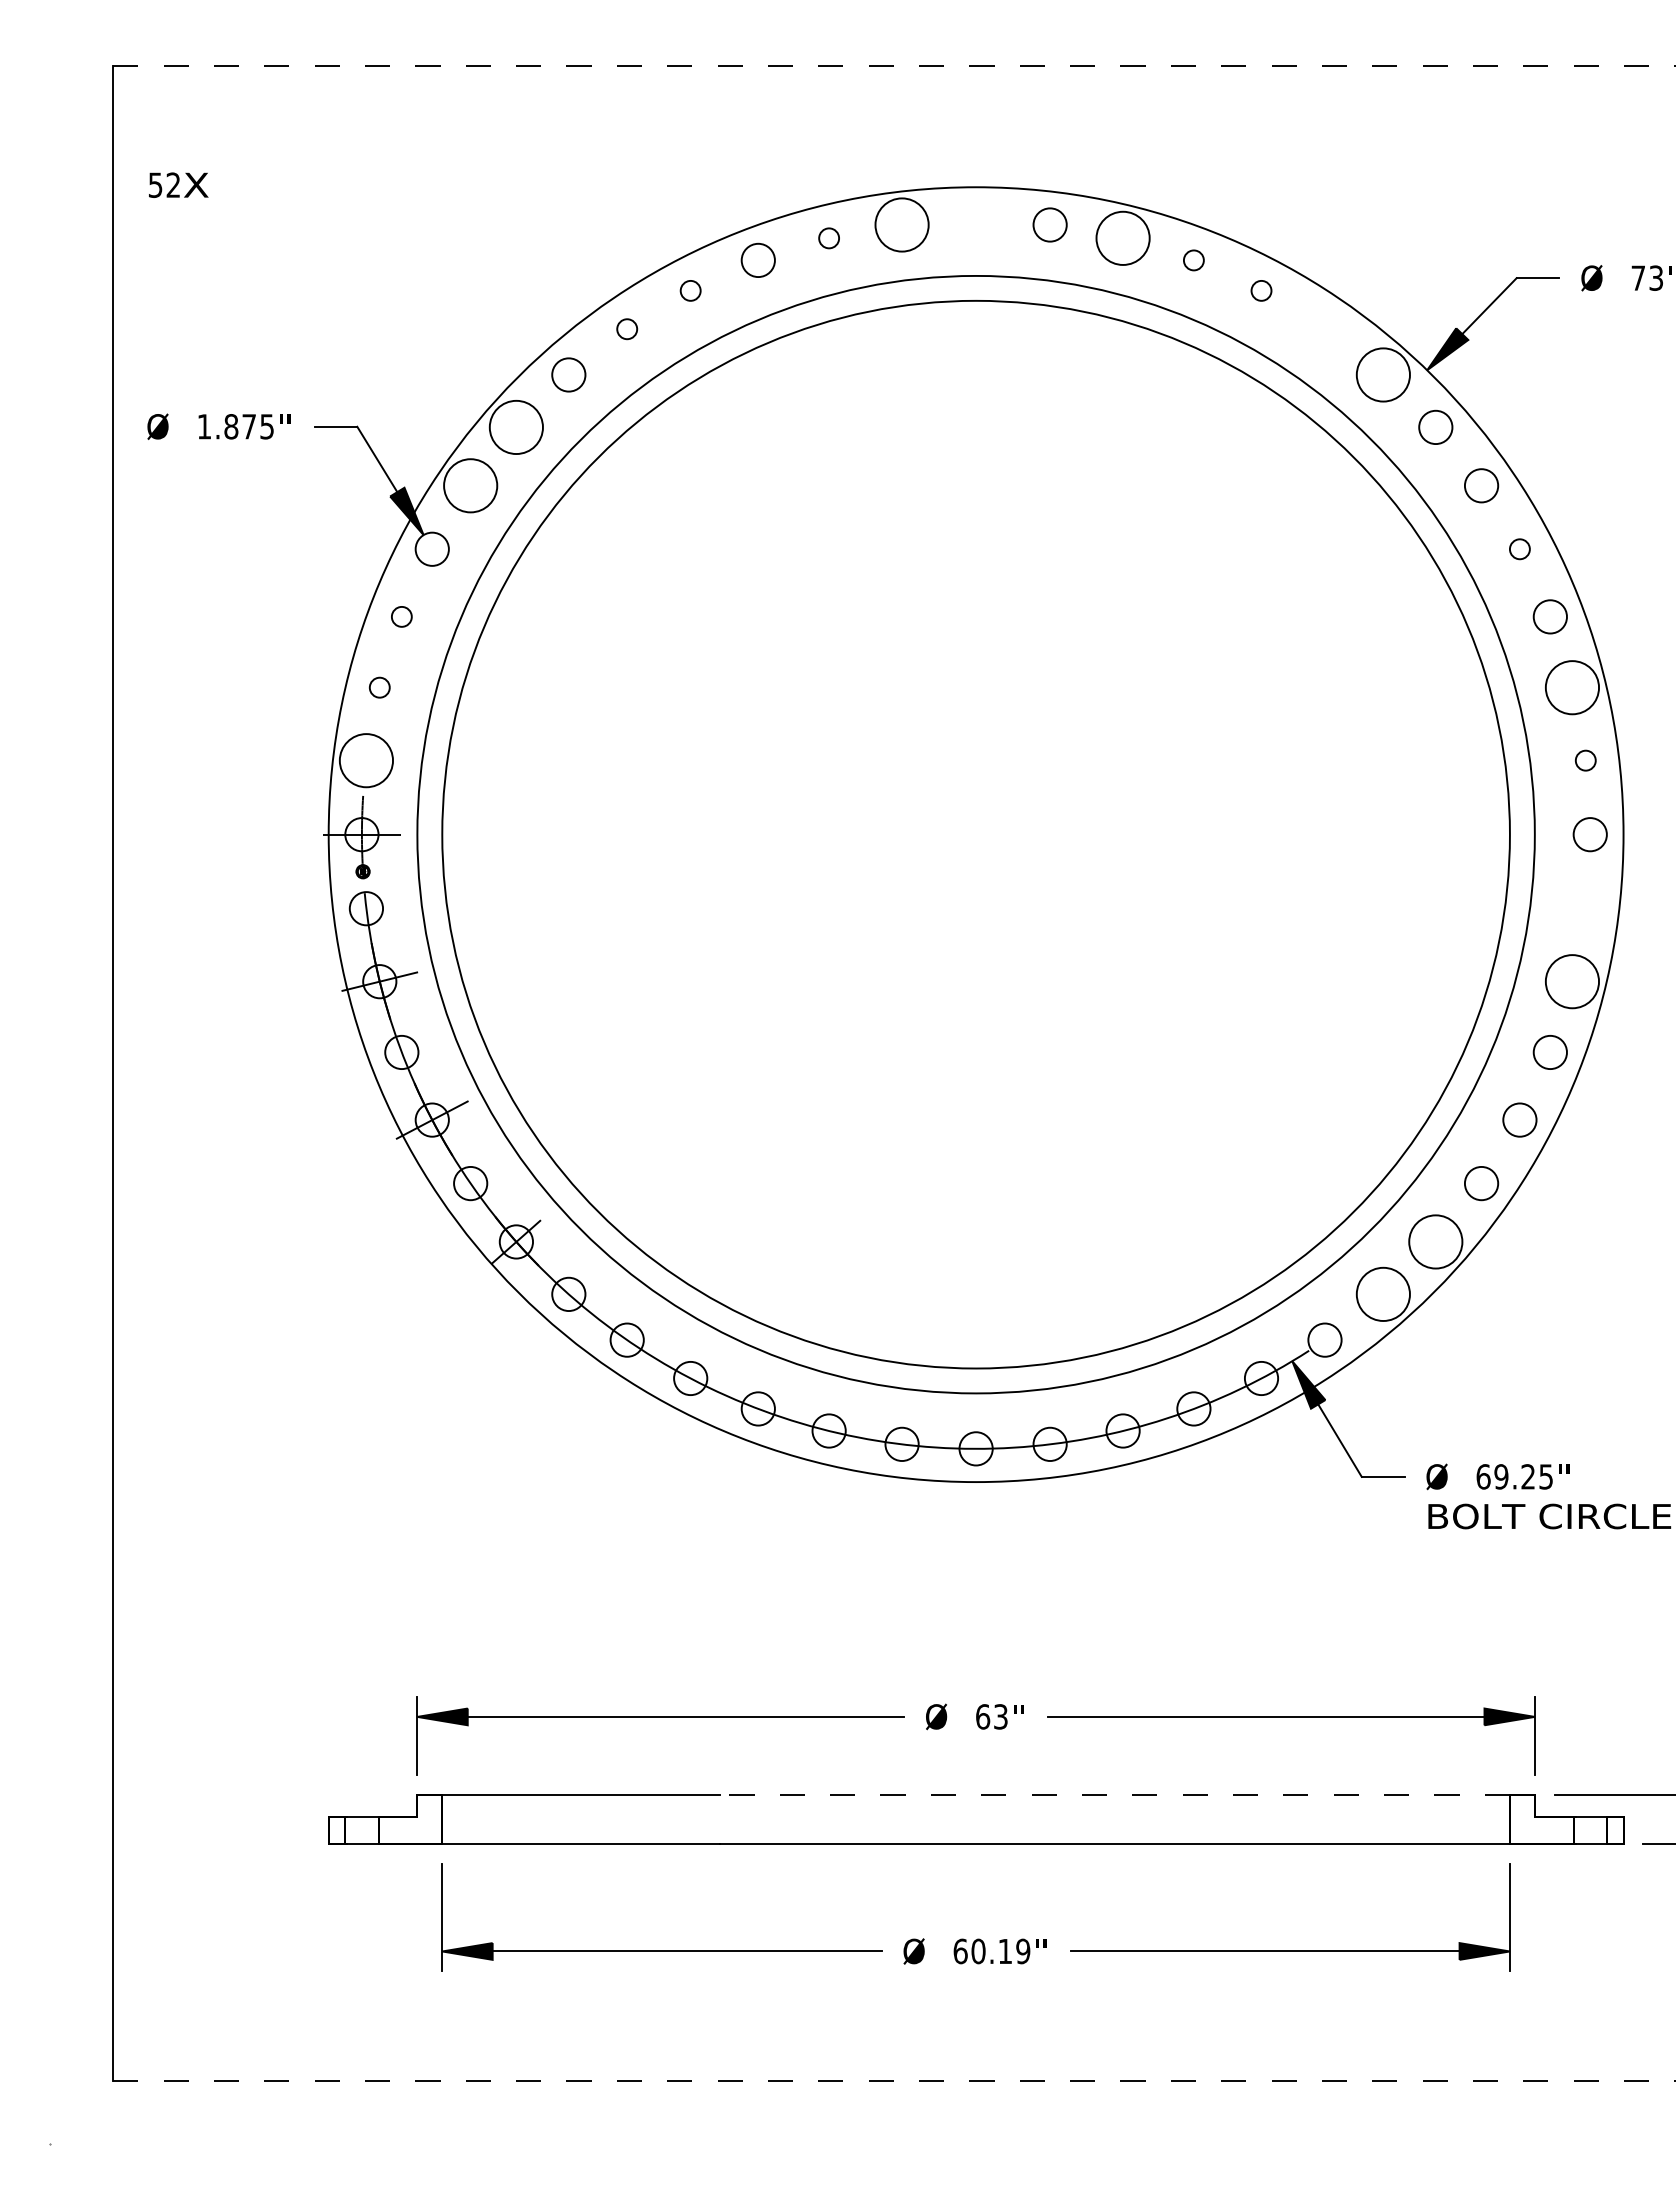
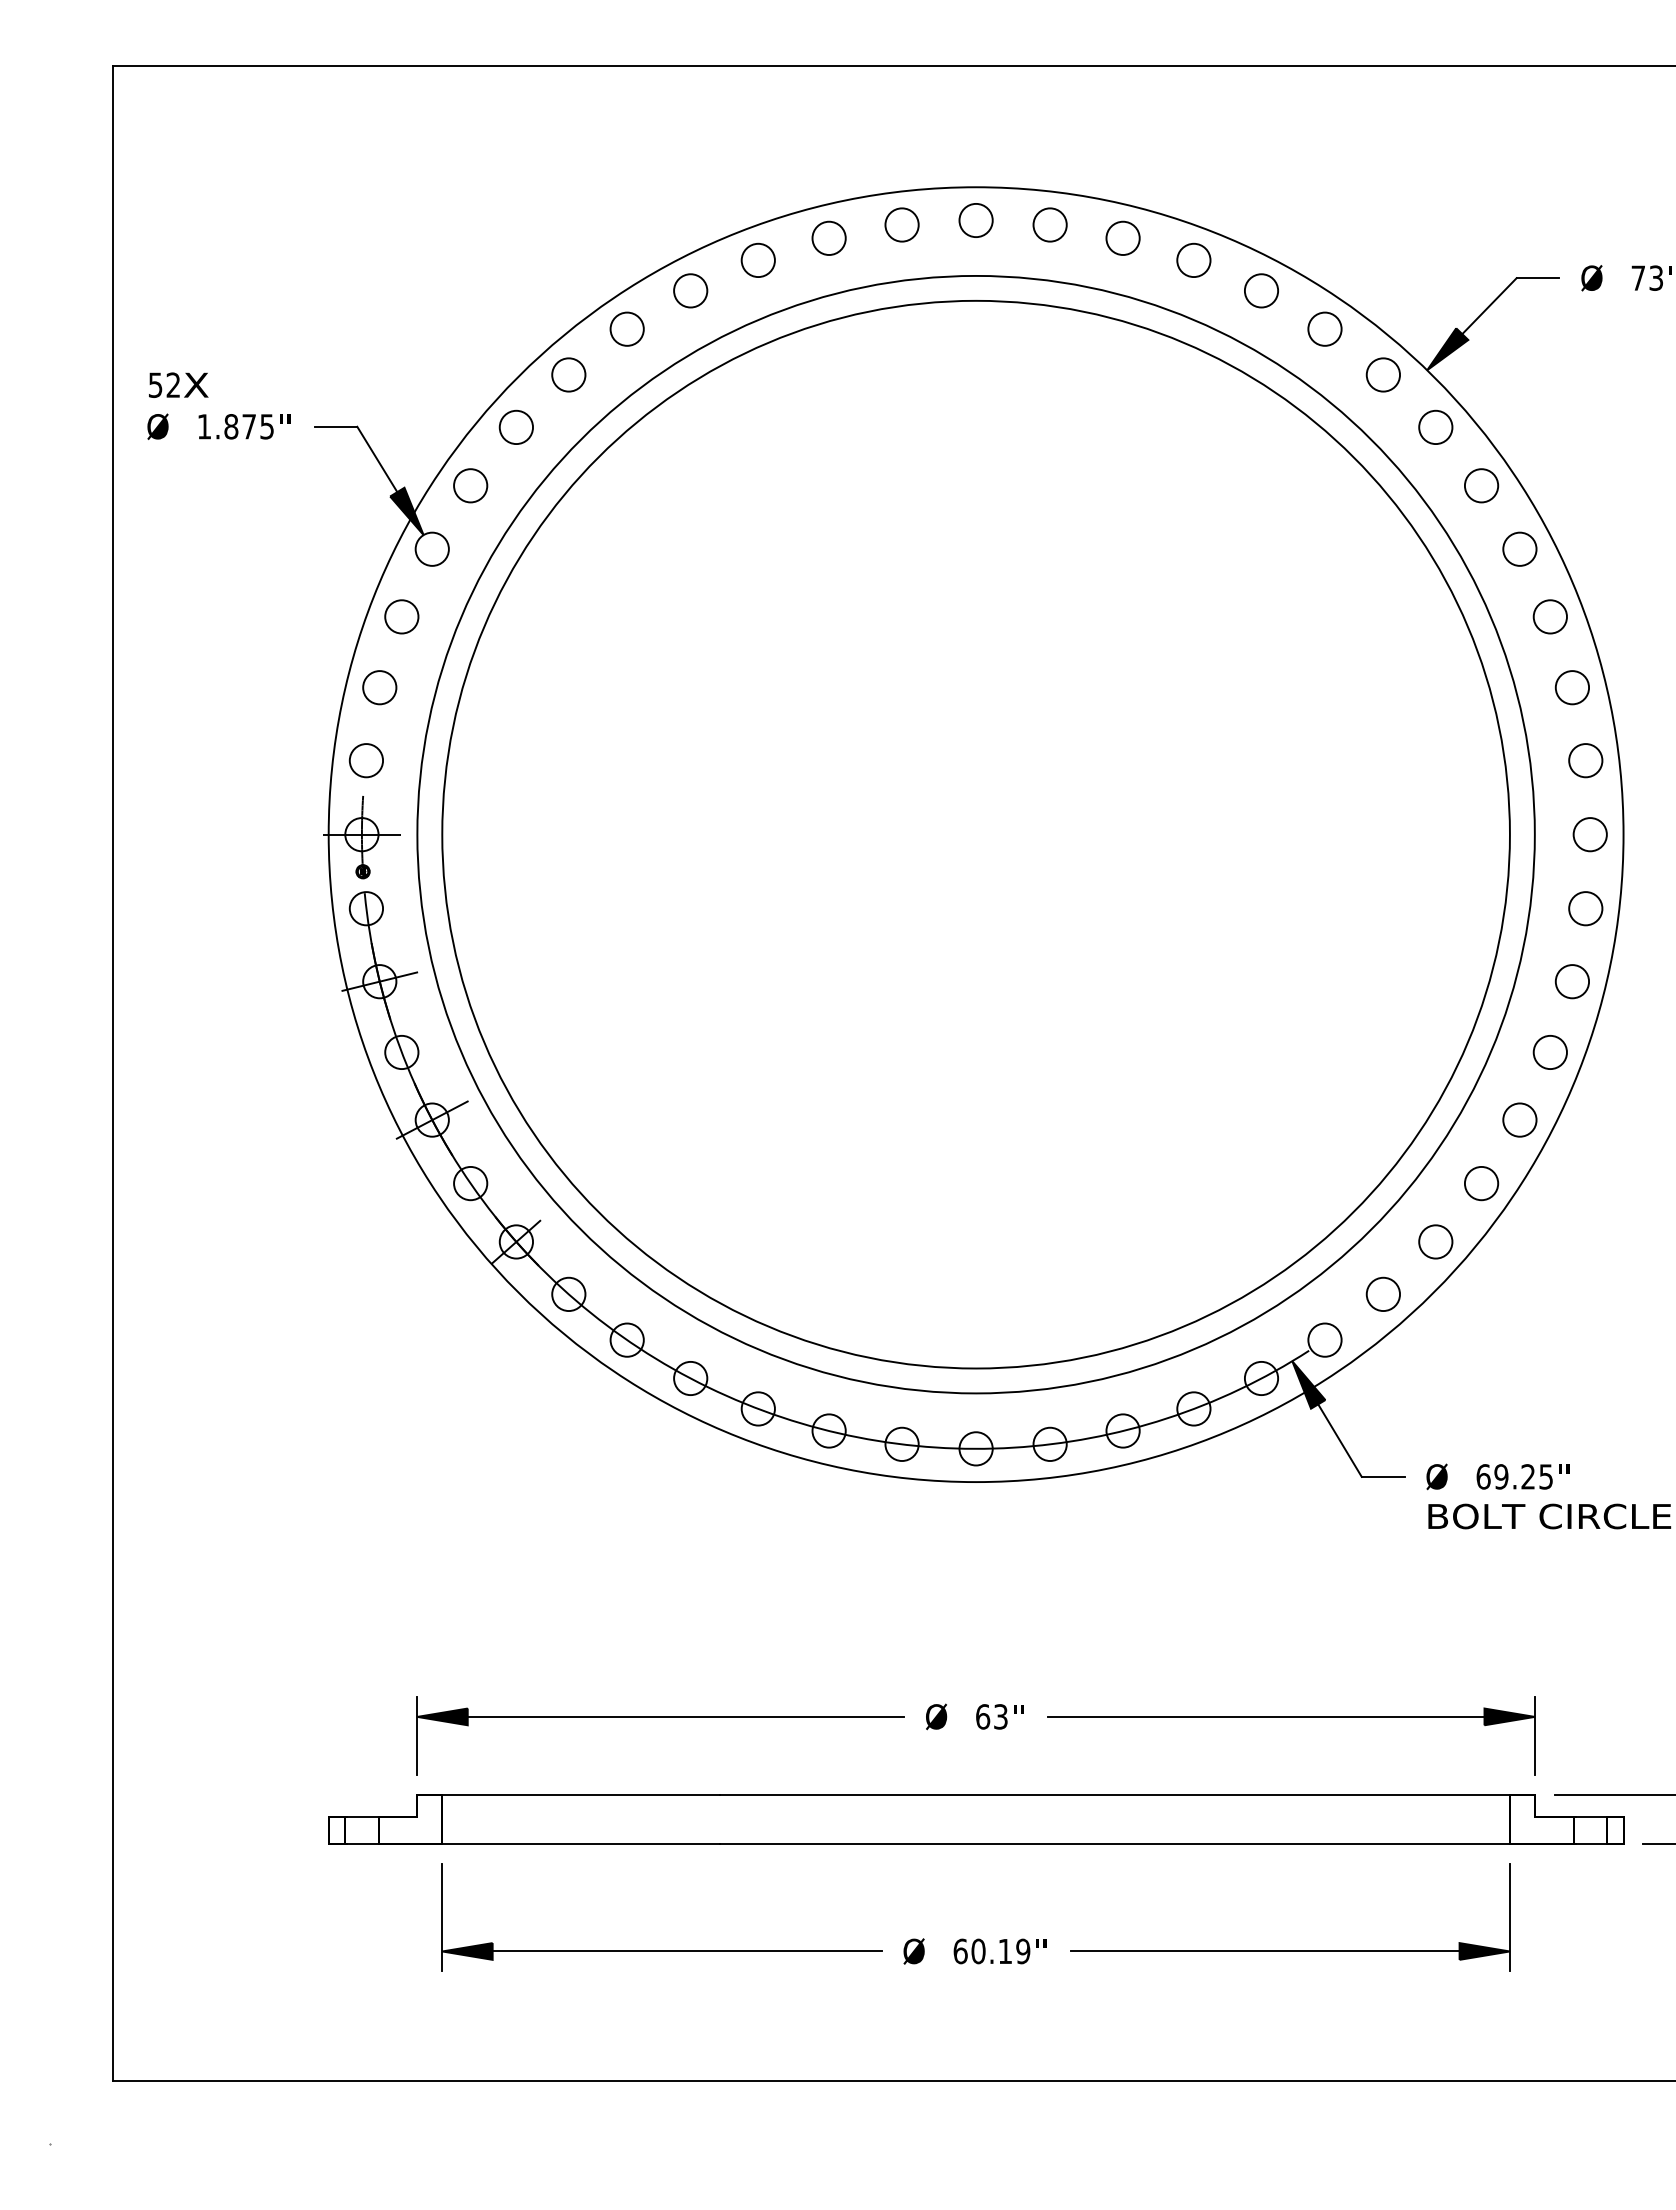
line at (894, 66): dashed -> solid
text at (178, 184) position: (178, 184) -> (178, 384)
circle at (975, 220): none -> present
circle at (901, 224) diameter: 53 px -> 33 px
circle at (1122, 237) diameter: 53 px -> 33 px
circle at (829, 238) diameter: 20 px -> 33 px
circle at (1193, 260) diameter: 20 px -> 33 px
circle at (690, 290) diameter: 20 px -> 33 px
circle at (1261, 290) diameter: 20 px -> 33 px
circle at (1324, 328): none -> present
circle at (627, 329) diameter: 20 px -> 33 px
circle at (1382, 374) diameter: 53 px -> 33 px
circle at (515, 427) diameter: 53 px -> 33 px
circle at (470, 485) diameter: 53 px -> 33 px
circle at (1519, 549) diameter: 20 px -> 33 px
circle at (401, 616) diameter: 20 px -> 33 px
circle at (379, 687) diameter: 20 px -> 33 px
circle at (1572, 687) diameter: 53 px -> 33 px
circle at (366, 760) diameter: 53 px -> 33 px
circle at (1585, 760) diameter: 20 px -> 33 px
circle at (1585, 908): none -> present
circle at (1572, 981) diameter: 53 px -> 33 px
circle at (1435, 1241) diameter: 53 px -> 33 px
circle at (1382, 1293) diameter: 53 px -> 33 px
line at (1115, 1794): dashed -> solid
line at (894, 2080): dashed -> solid
